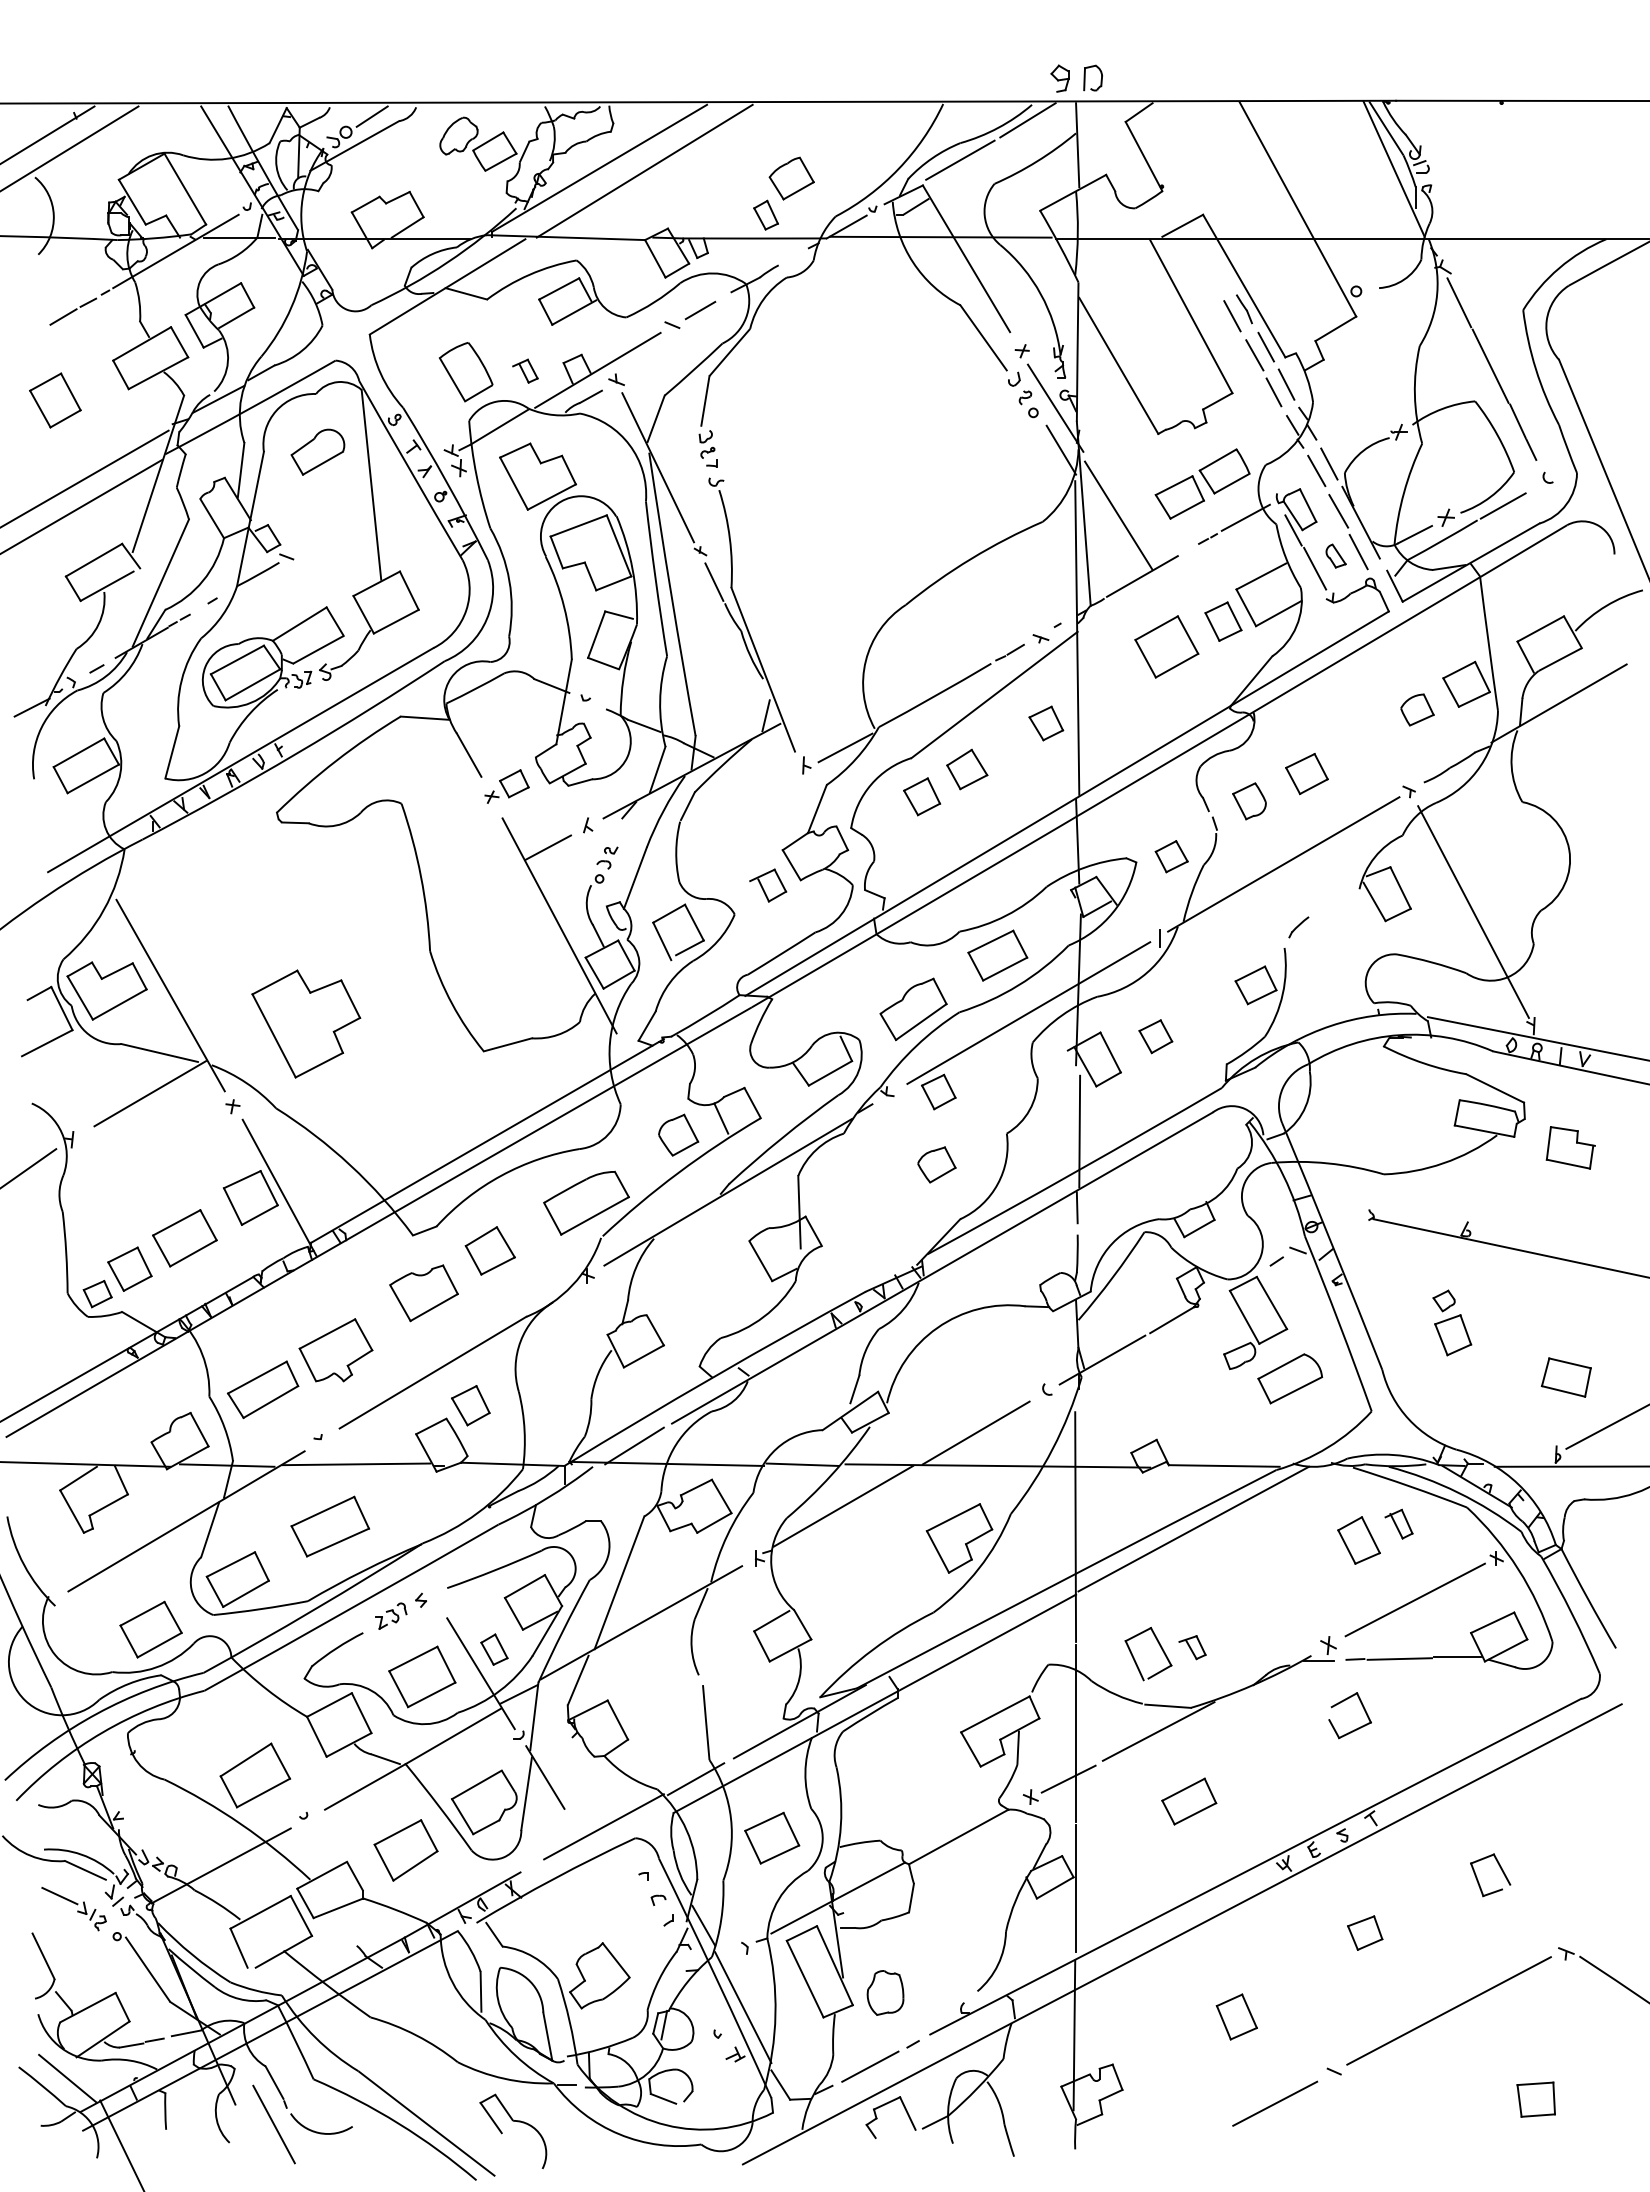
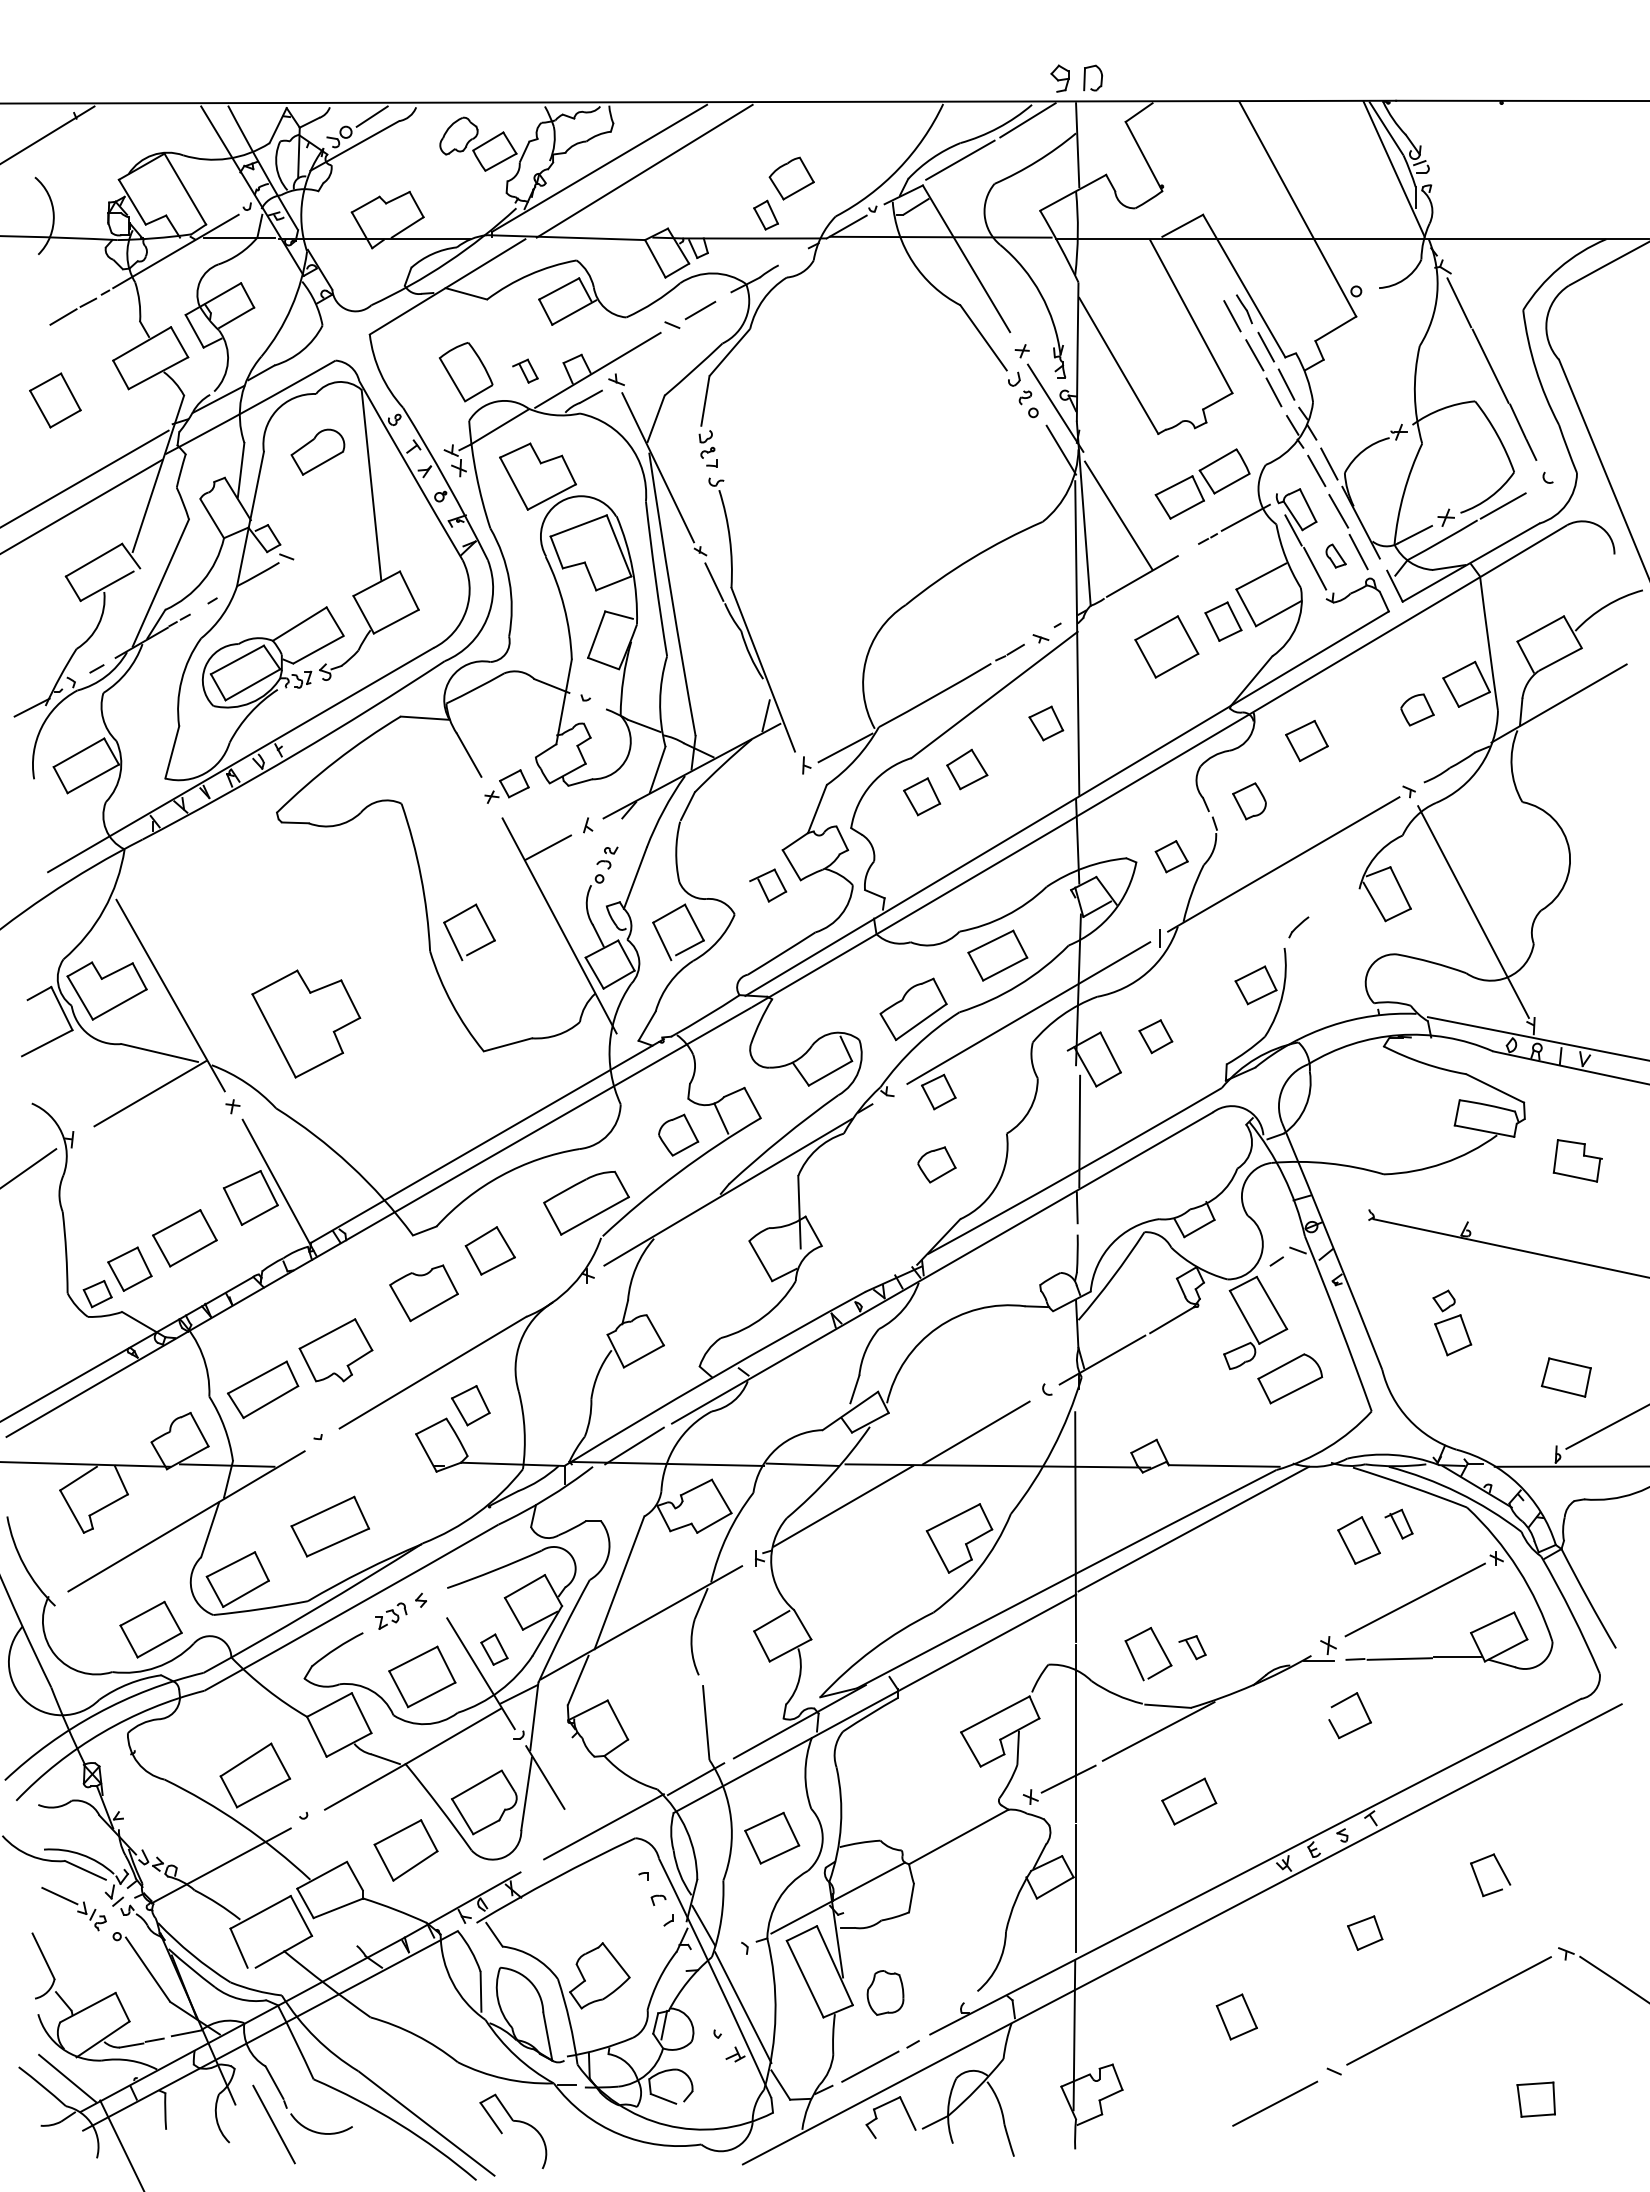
line at (70, 147): present -> none
part at (1306, 774) position: (1306, 774) -> (1306, 741)
part at (485, 925): none -> present
part at (1570, 1147) position: (1570, 1147) -> (1577, 1160)
line at (356, 1464): present -> none
